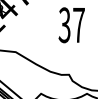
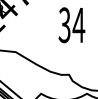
text at (78, 25): 37 -> 34
